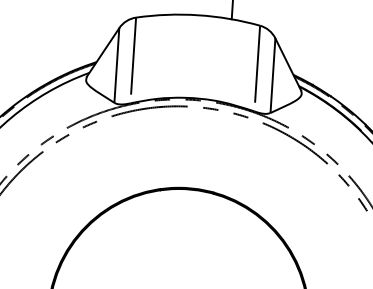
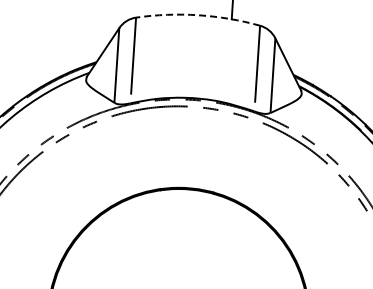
arc at (198, 15): solid -> dashed
